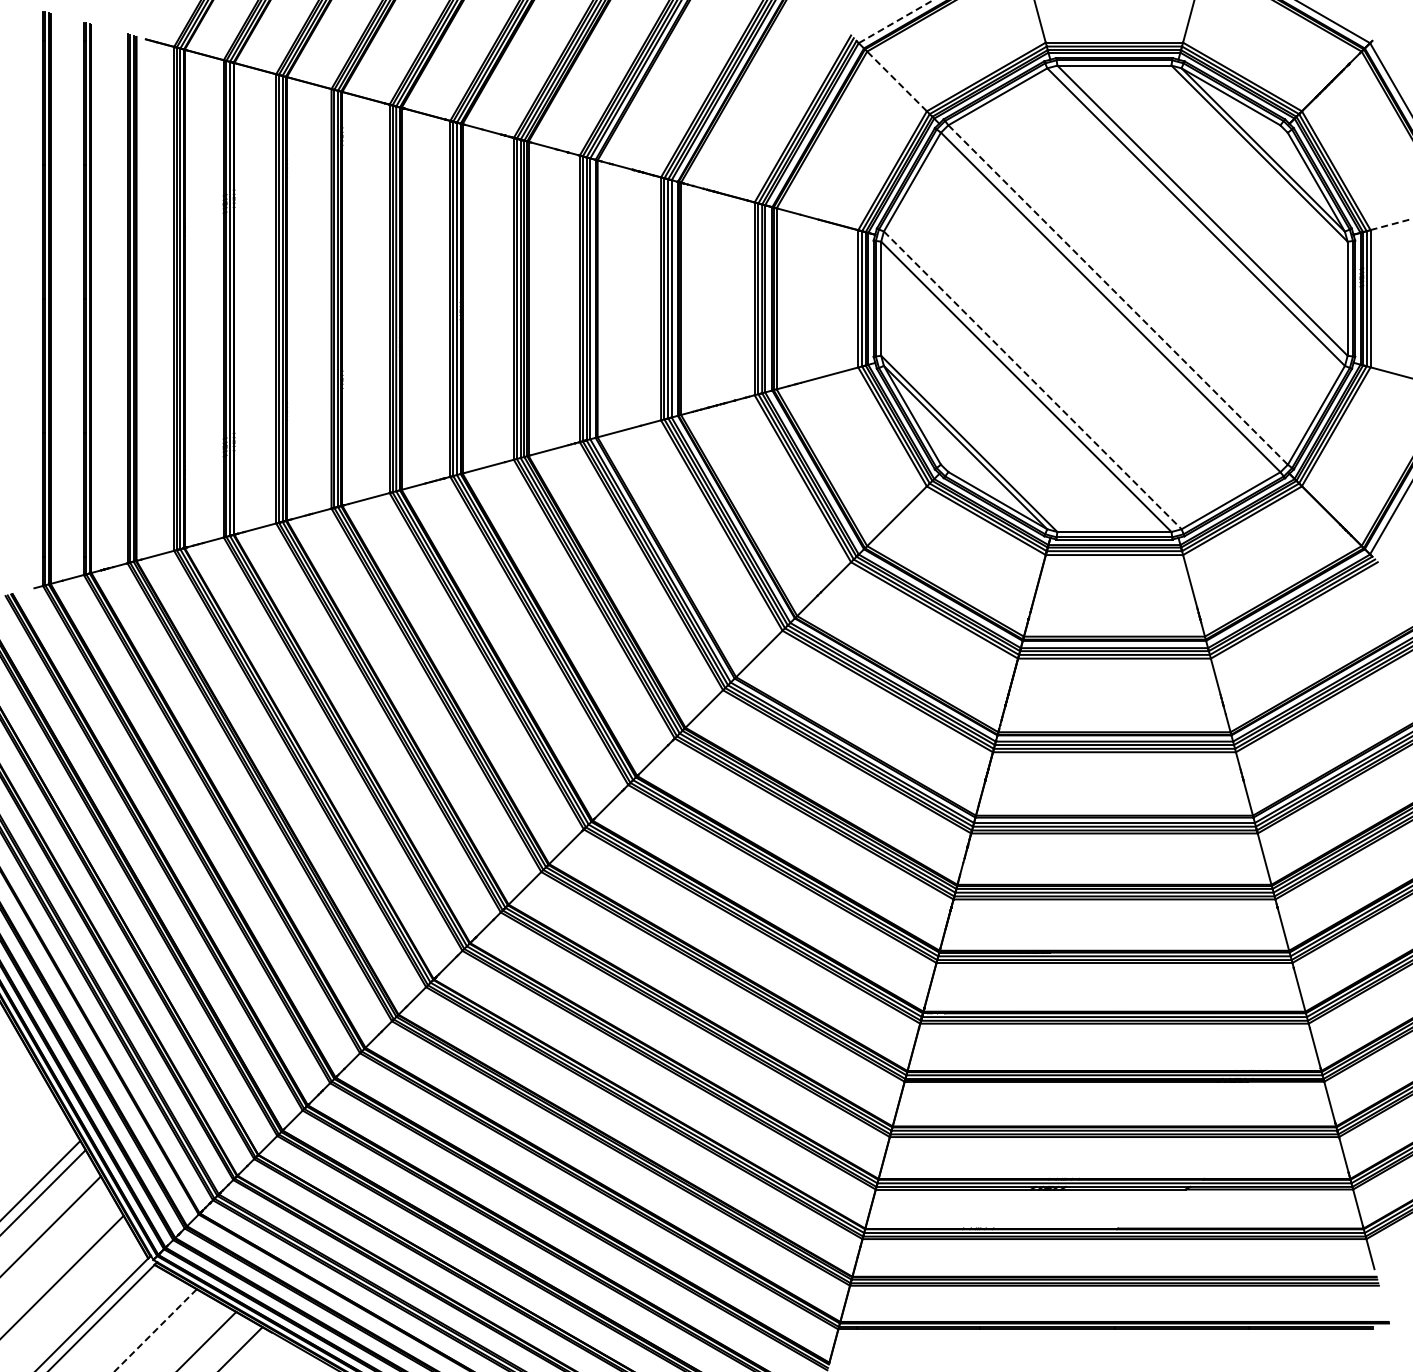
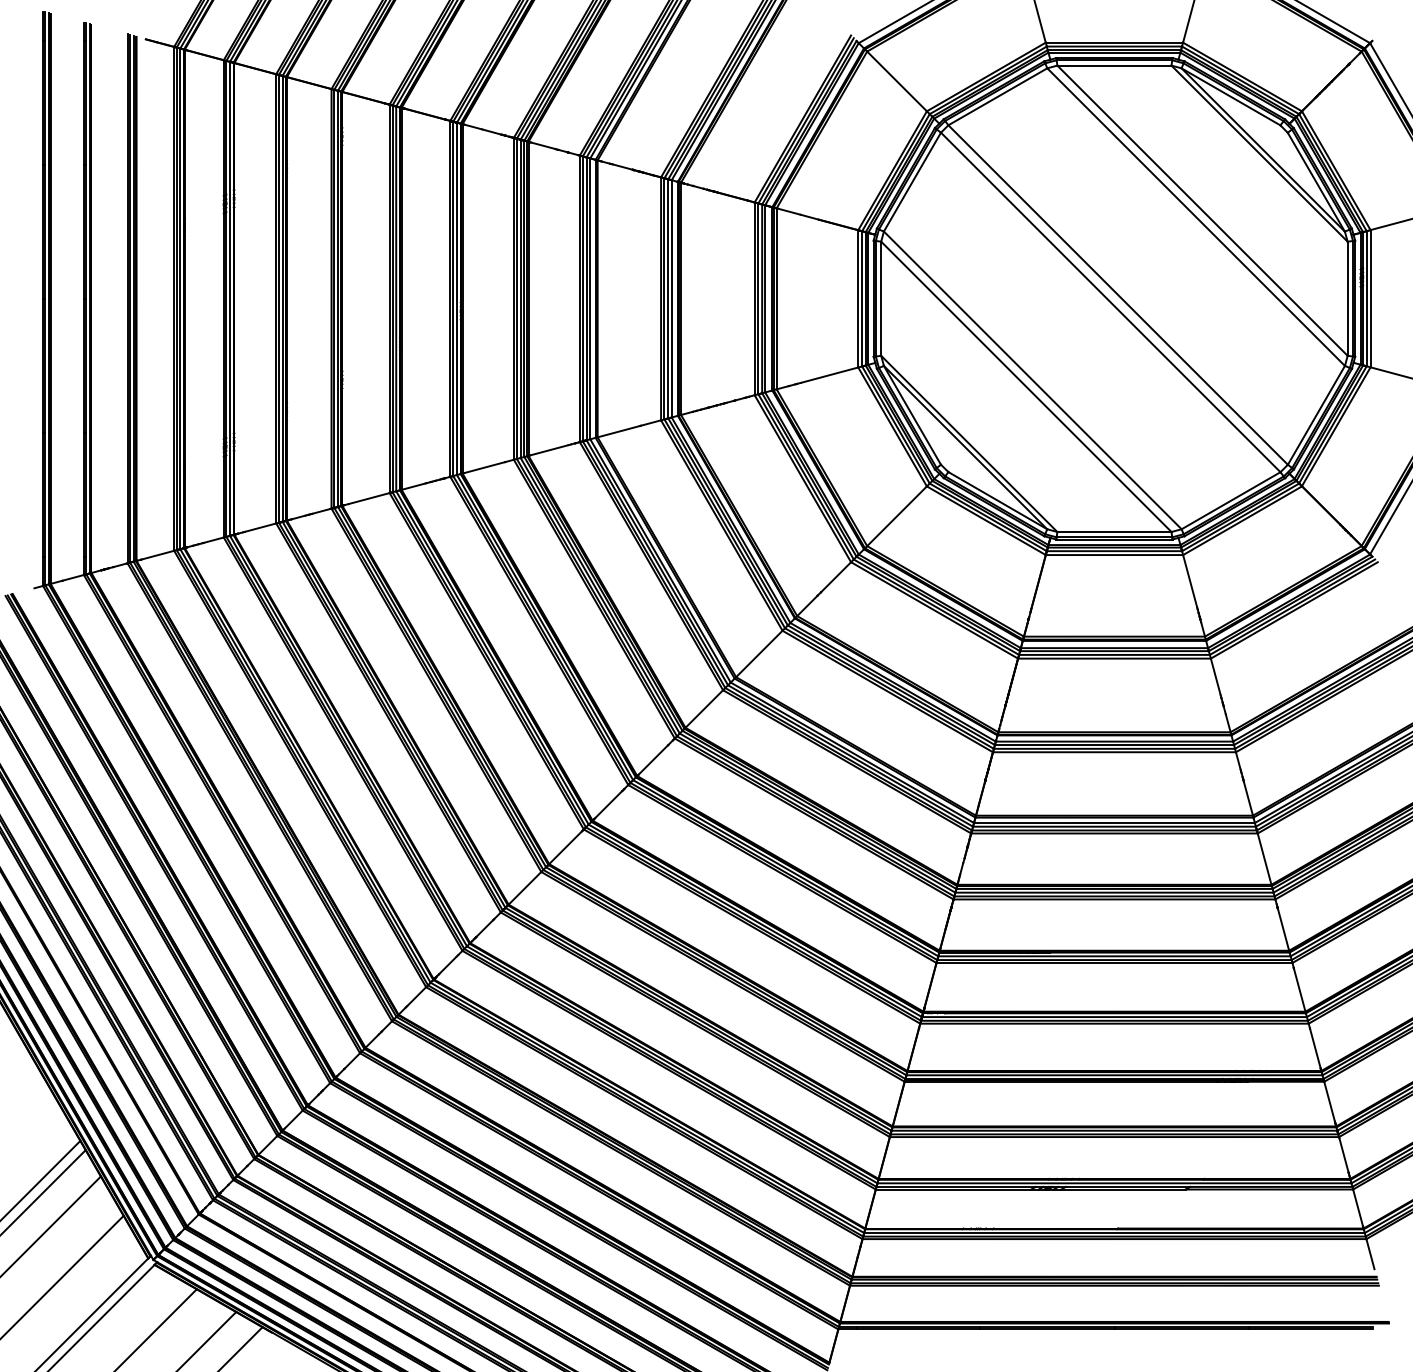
line at (895, 21): dashed -> solid
line at (896, 81): dashed -> solid
line at (1391, 224): dashed -> solid
line at (1118, 295): dashed -> solid
line at (1032, 380): dashed -> solid
line at (155, 1330): dashed -> solid
